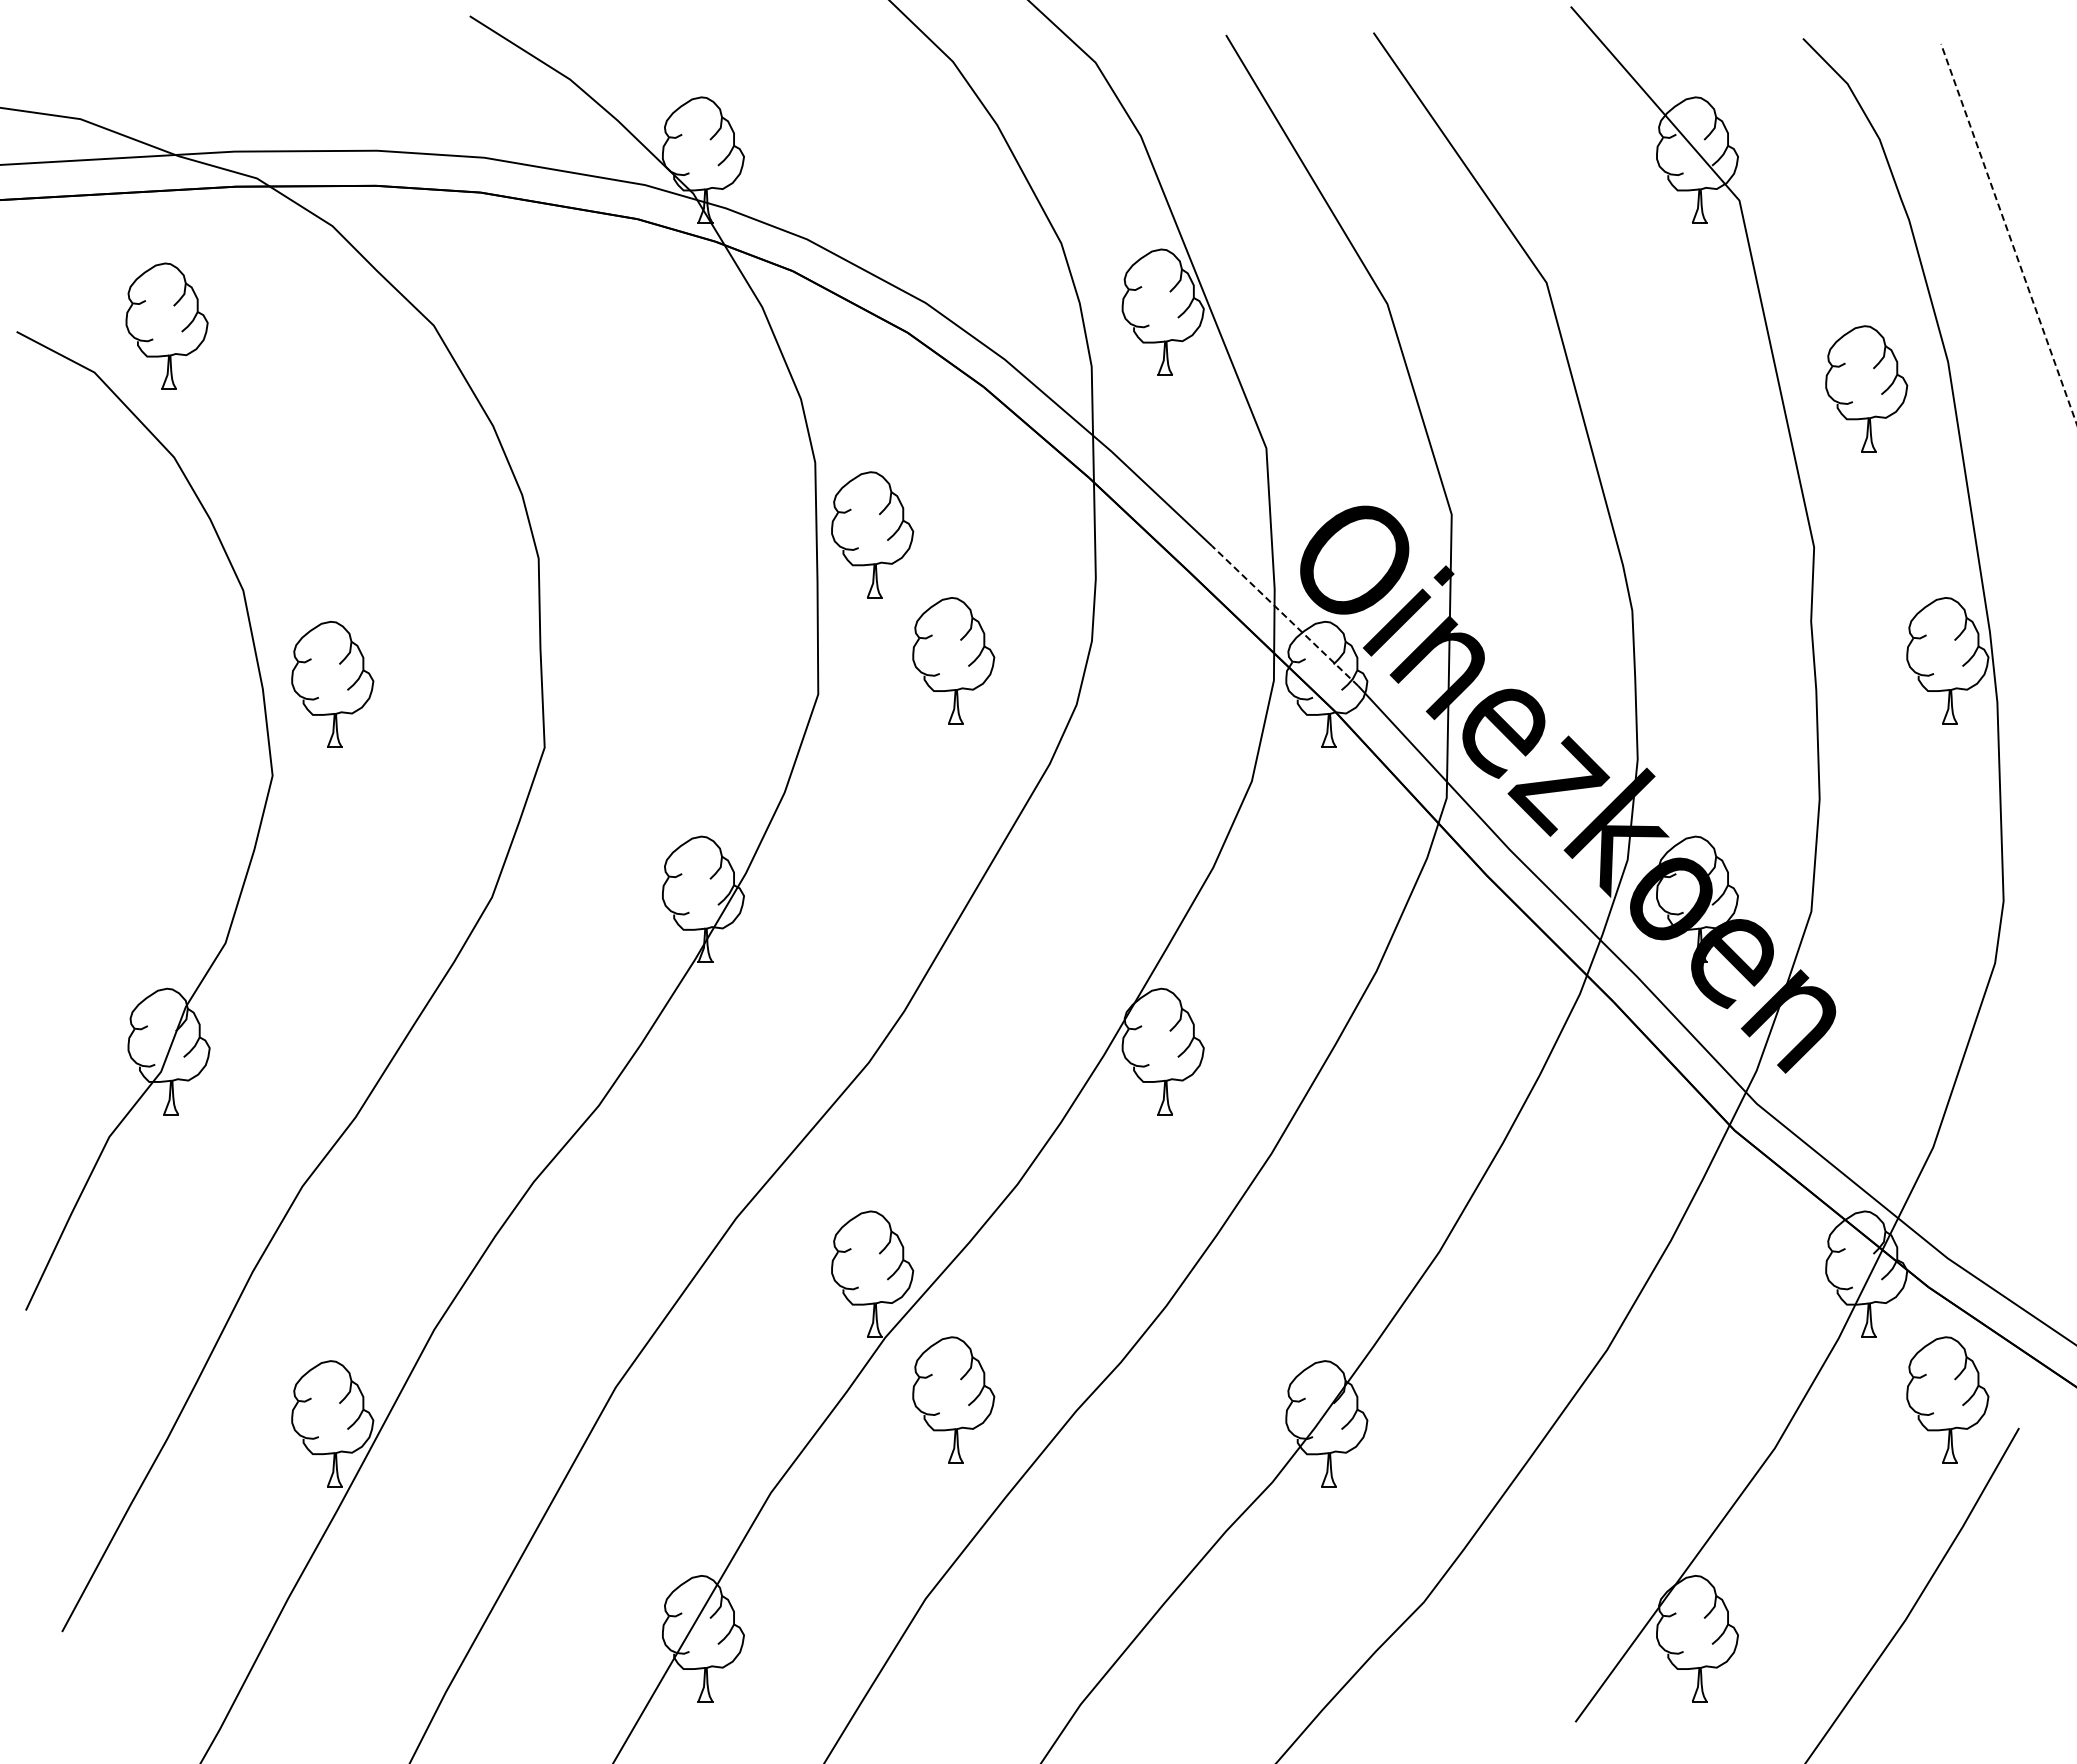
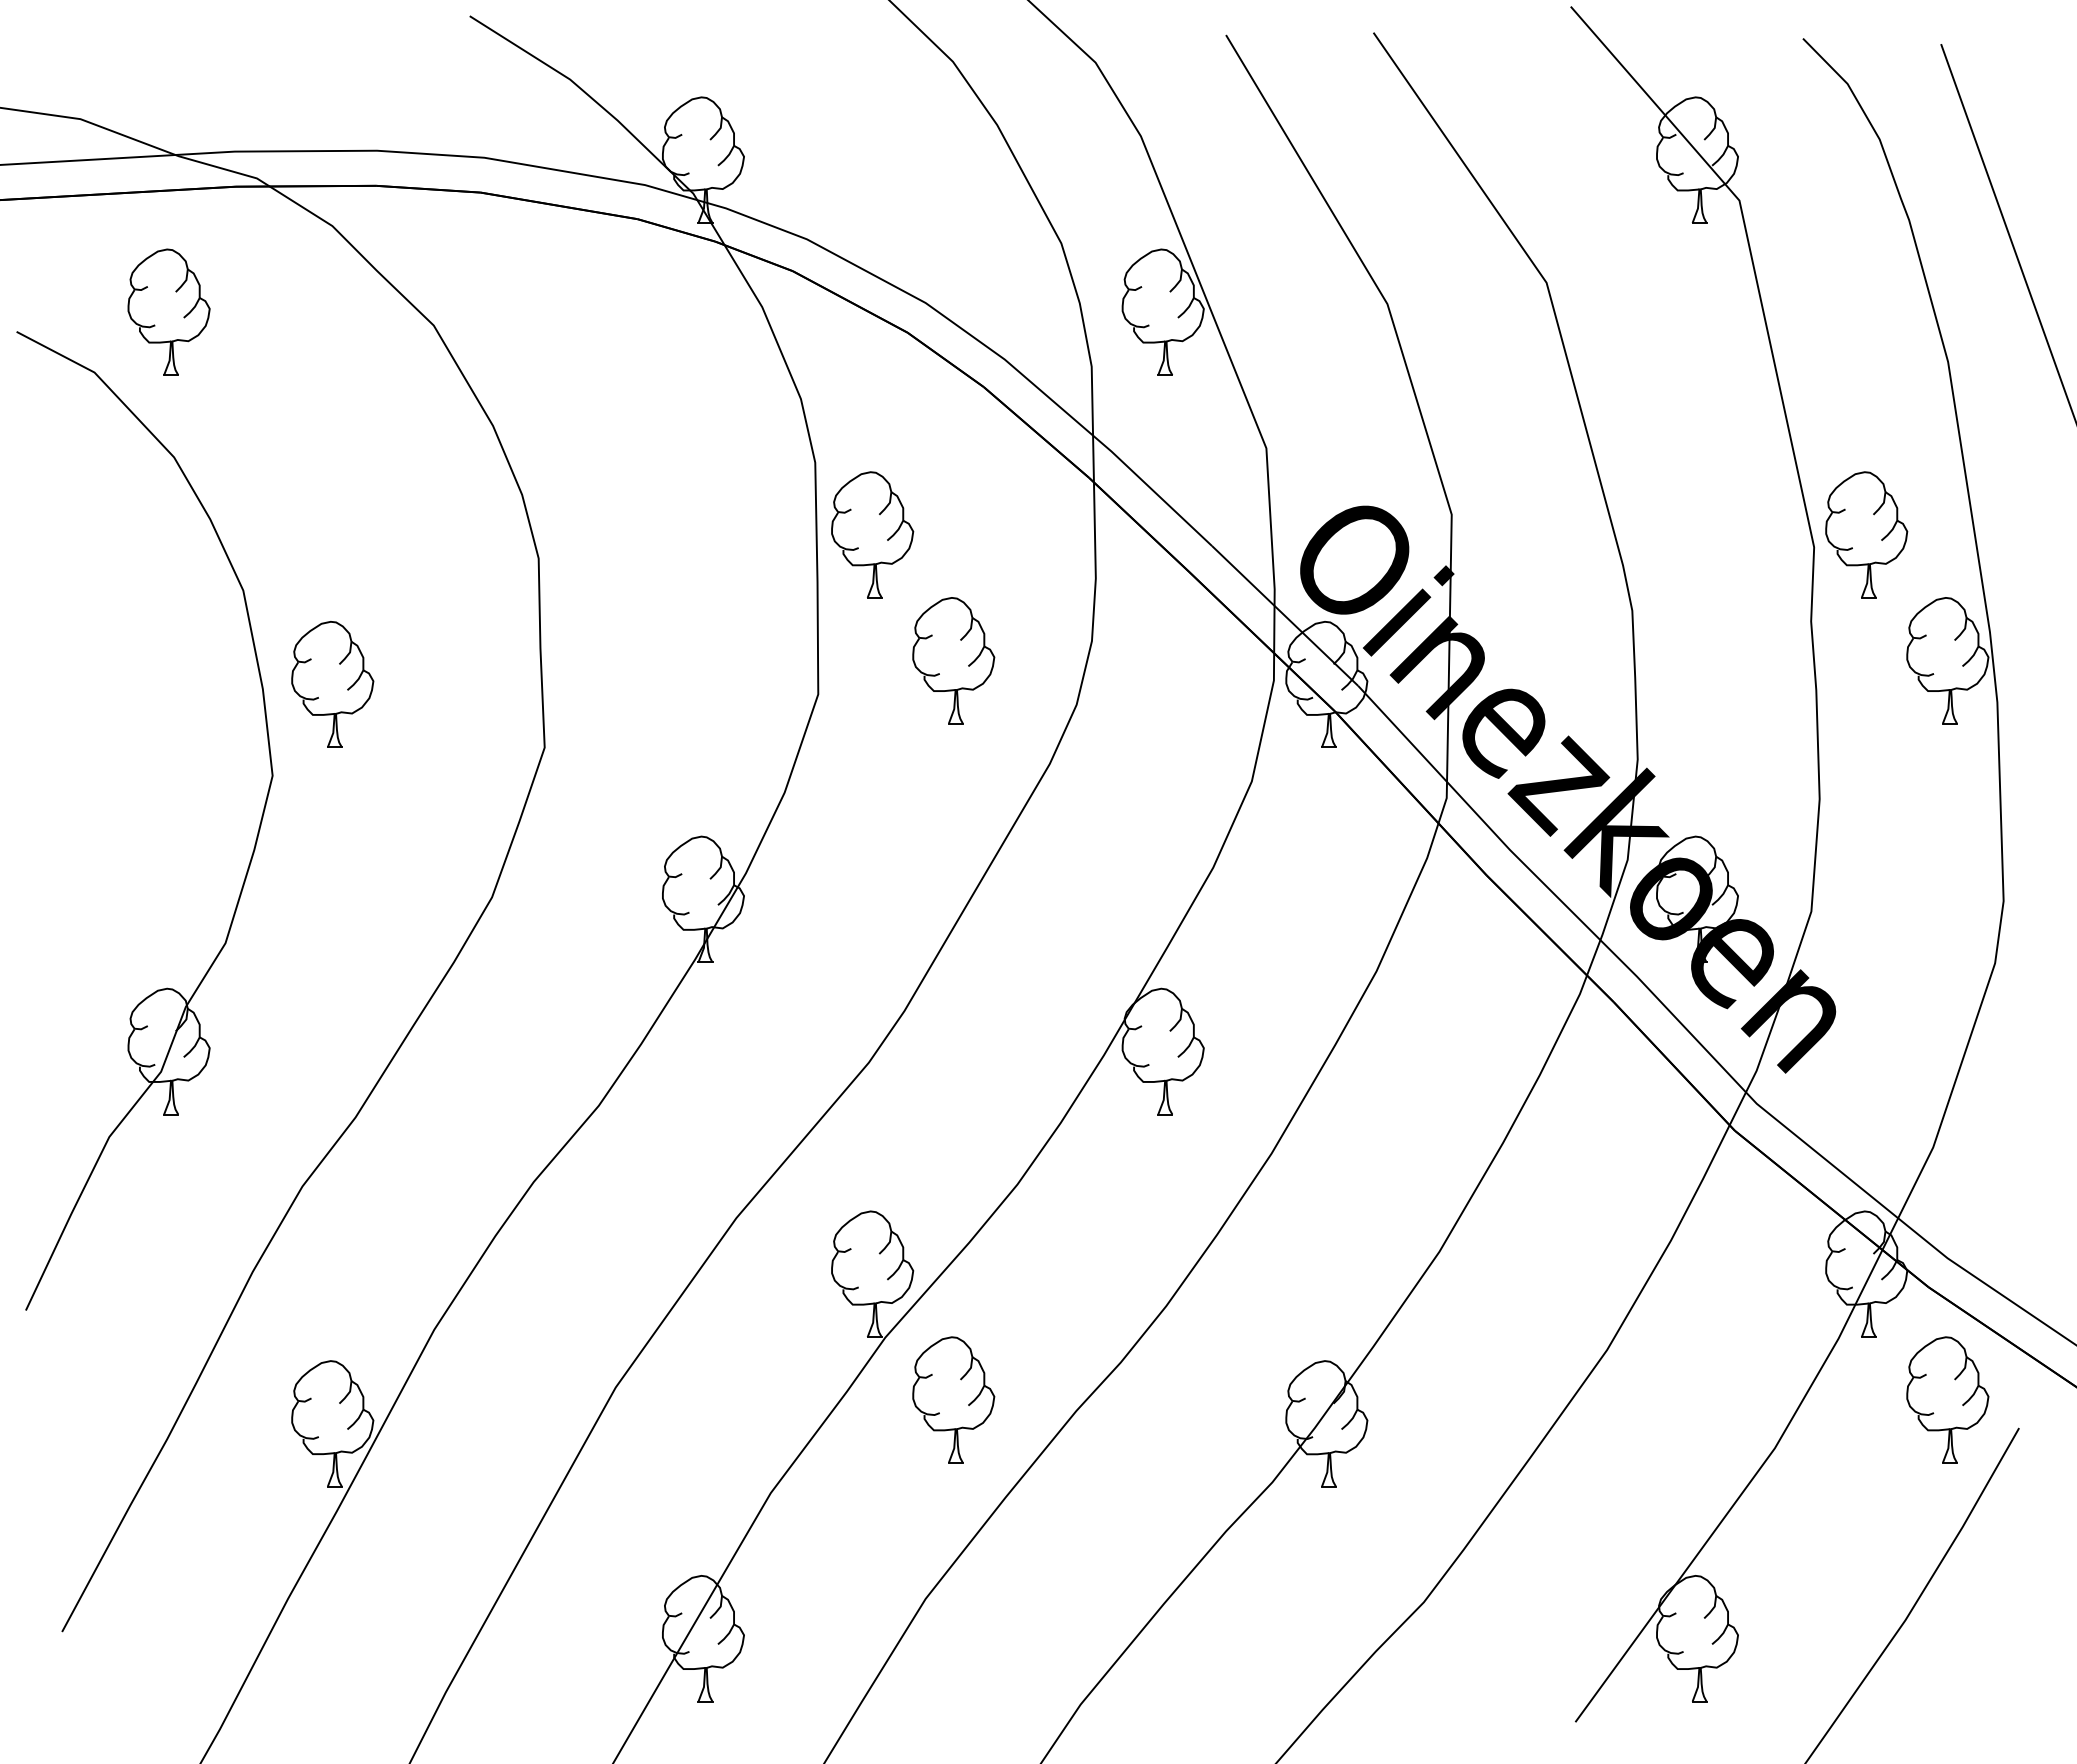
line at (2008, 234): dashed -> solid
part at (166, 325) position: (166, 325) -> (168, 311)
part at (1866, 388) position: (1866, 388) -> (1866, 534)
line at (1284, 615): dashed -> solid
